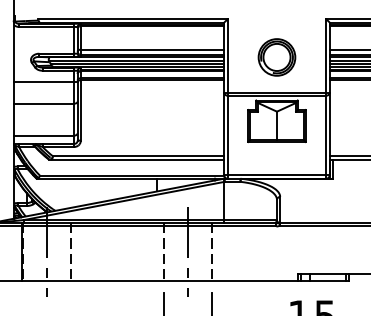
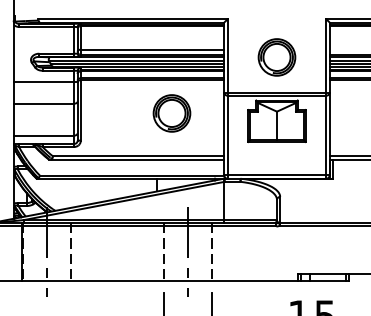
line at (348, 49): present -> none
part at (171, 113): none -> present
